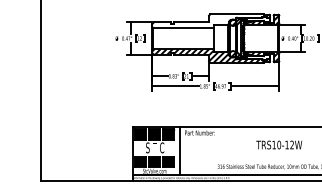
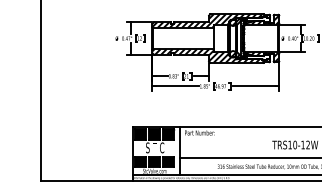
hatch at (209, 20): none -> present
text at (279, 144) position: (279, 144) -> (295, 144)
line at (249, 157): none -> present
